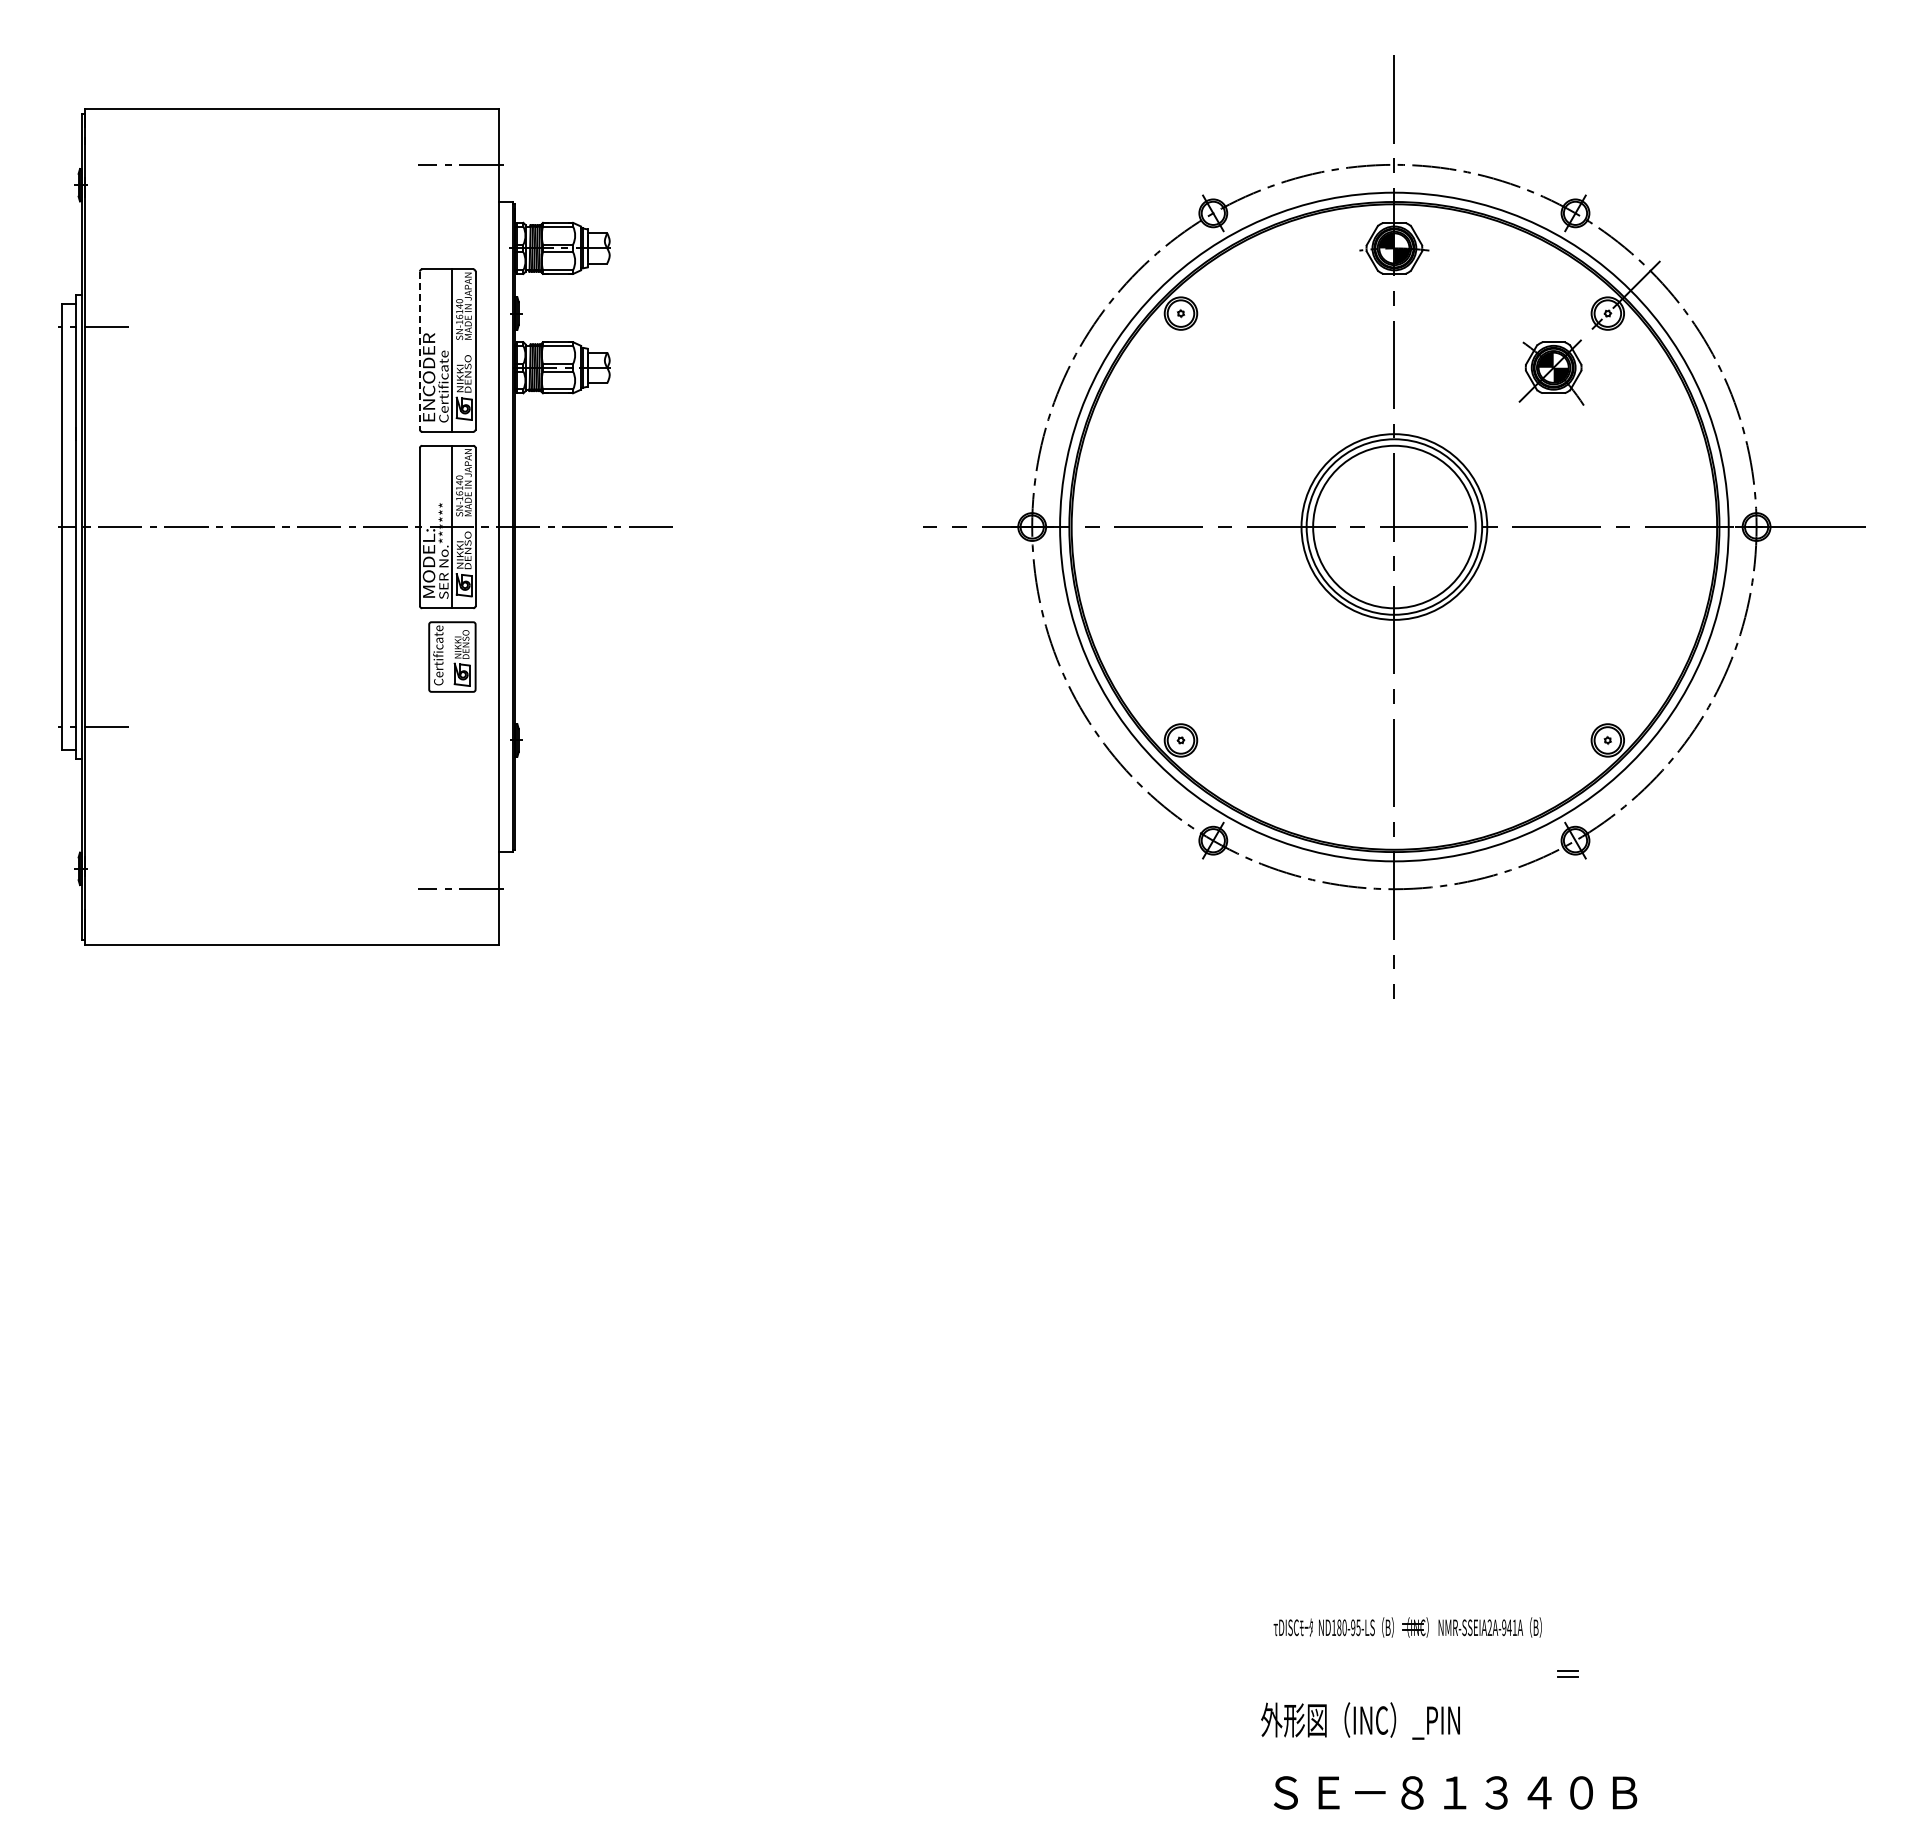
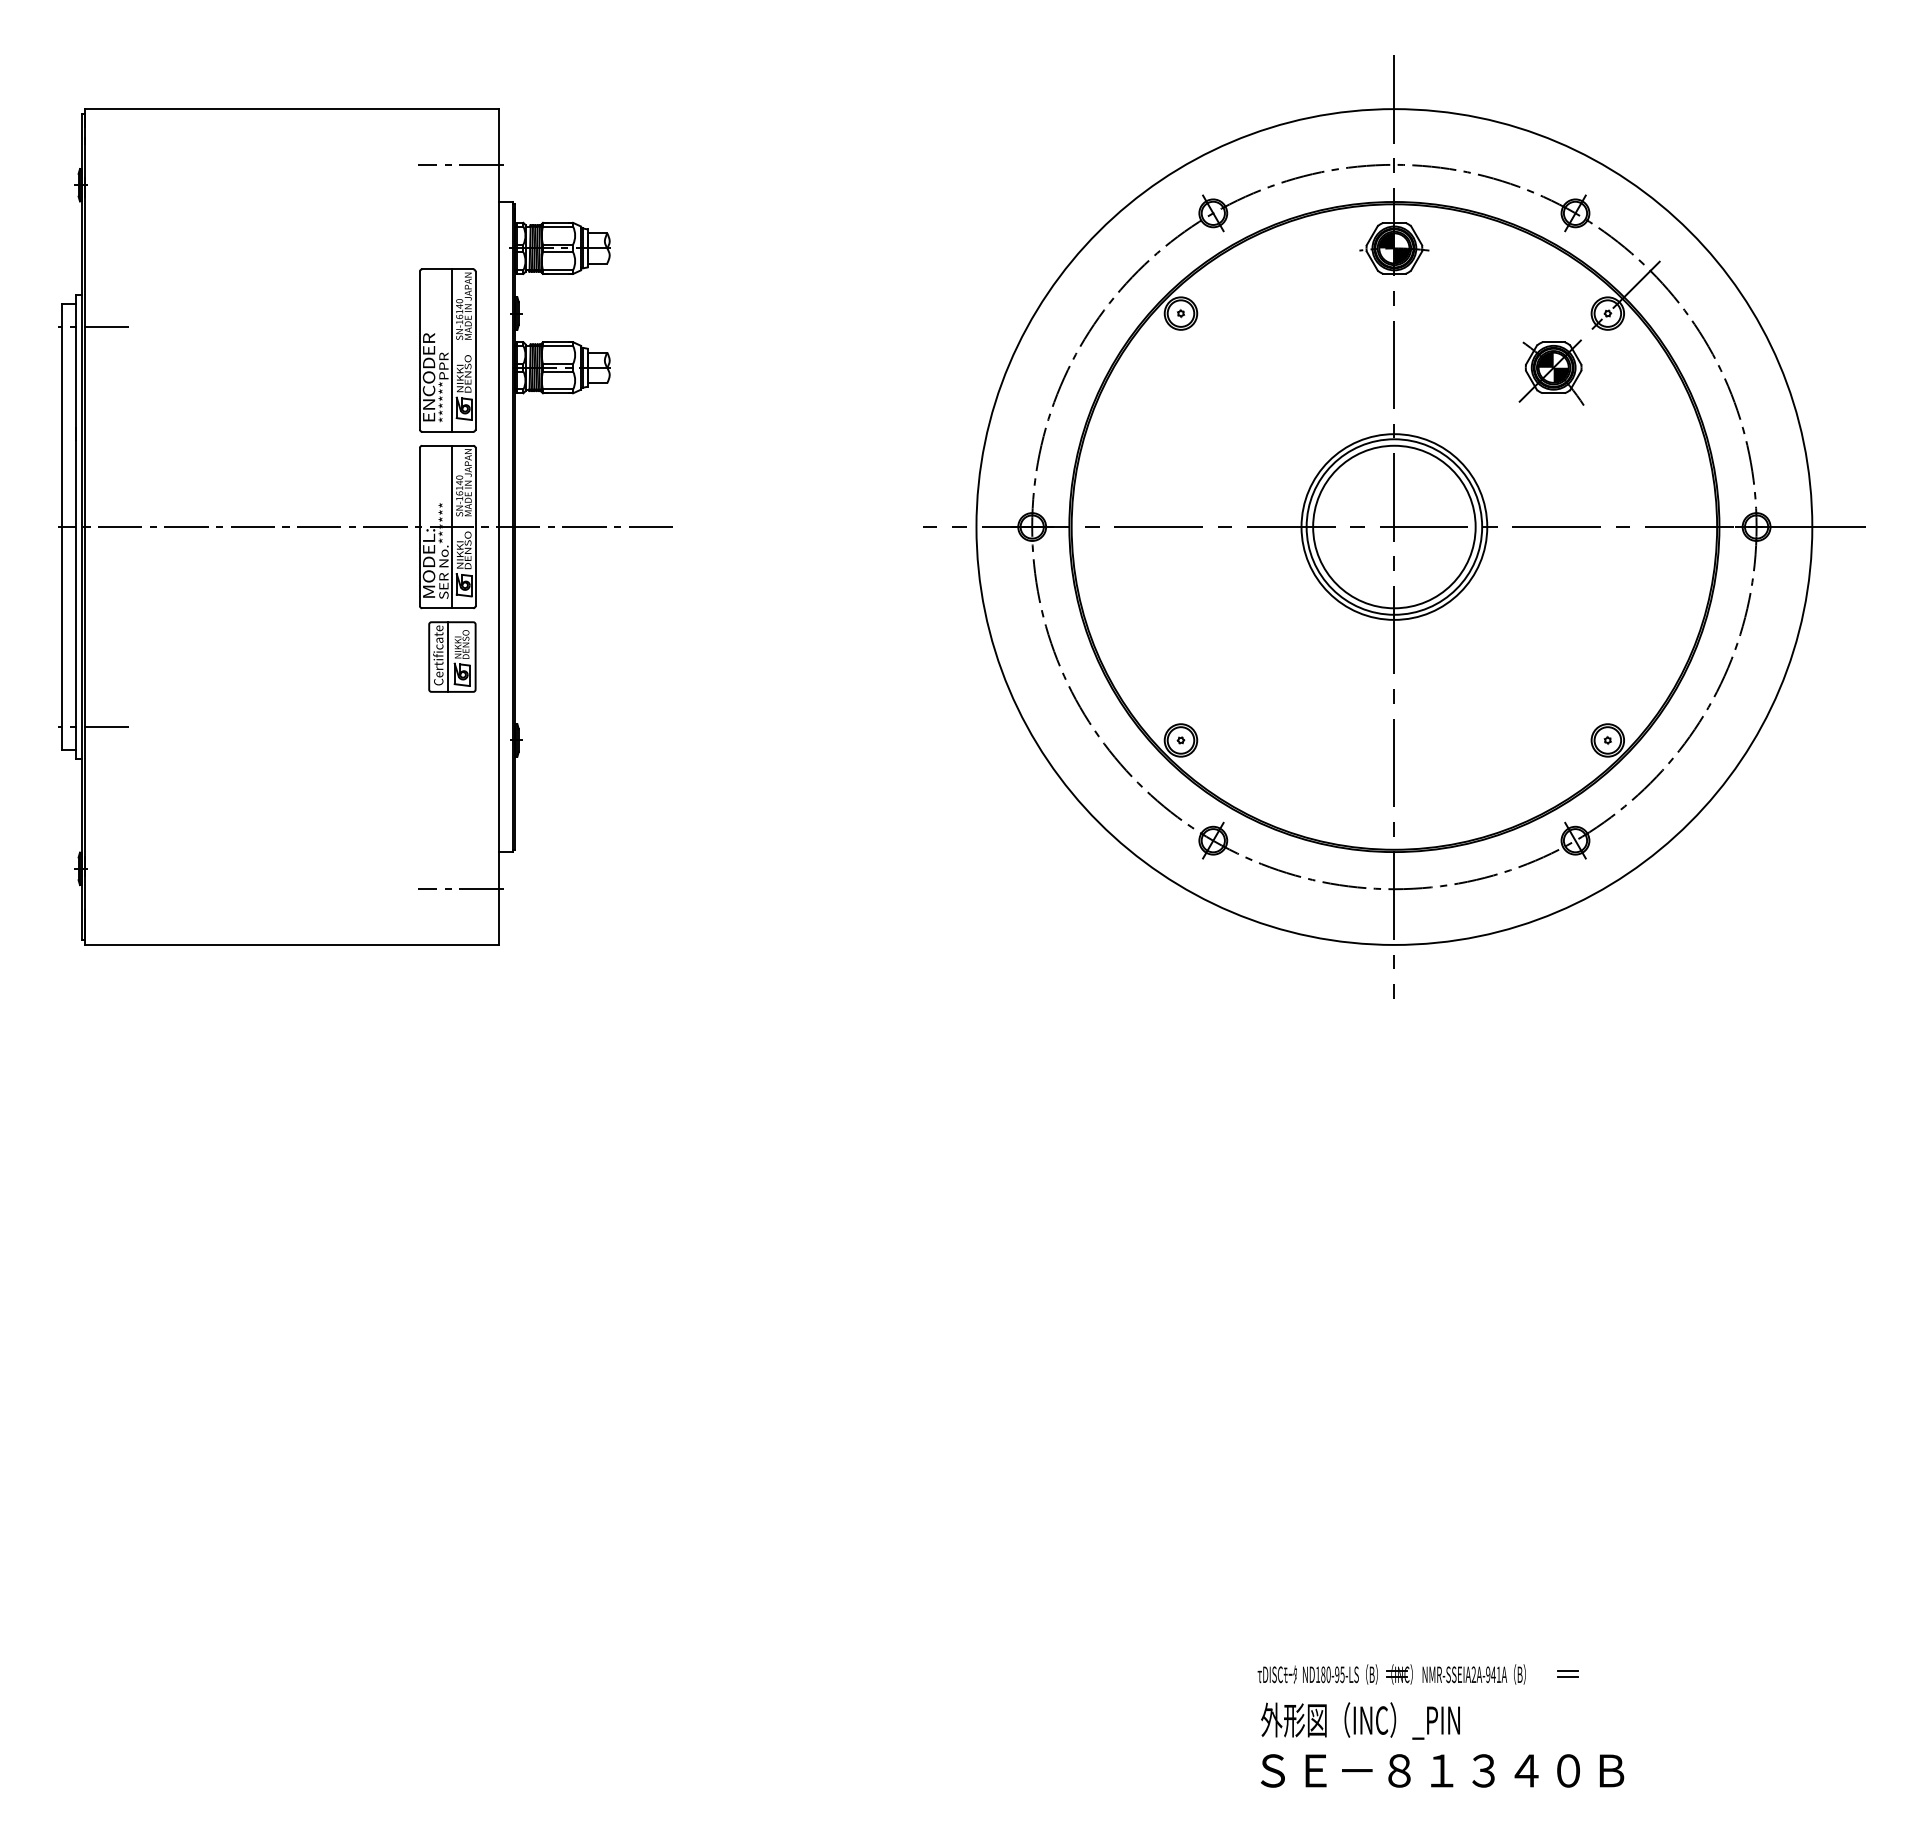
line at (419, 350): dashed -> solid
text at (443, 386): Certificate -> ******PPR
circle at (1394, 526) diameter: 669 px -> 836 px
line at (447, 656): none -> present
part at (1407, 1627) position: (1407, 1627) -> (1391, 1674)
text at (1455, 1792) position: (1455, 1792) -> (1442, 1770)
